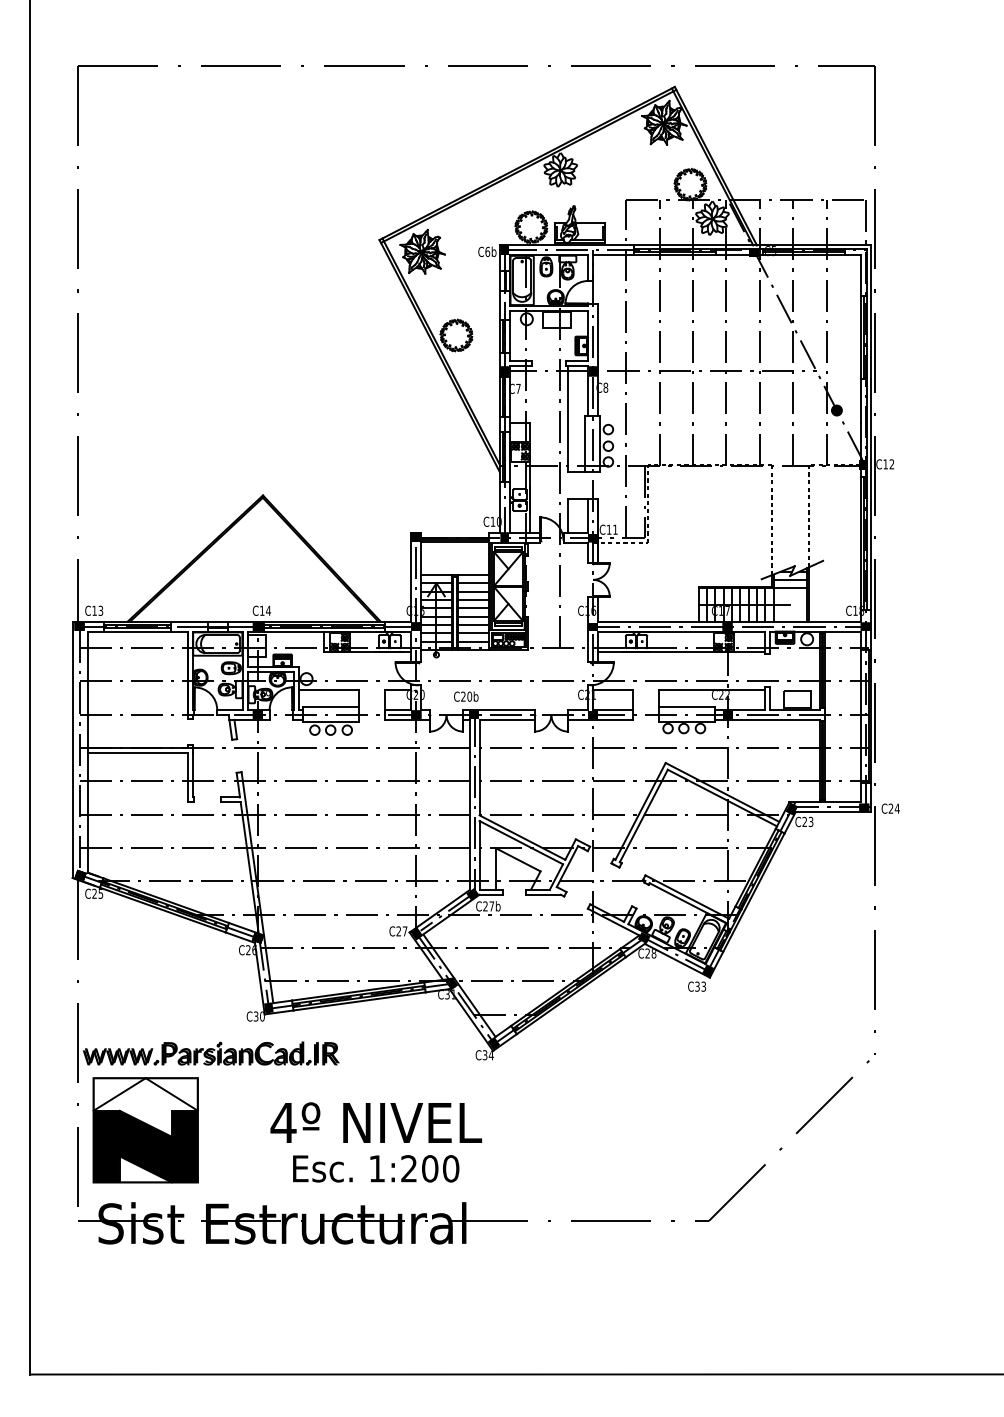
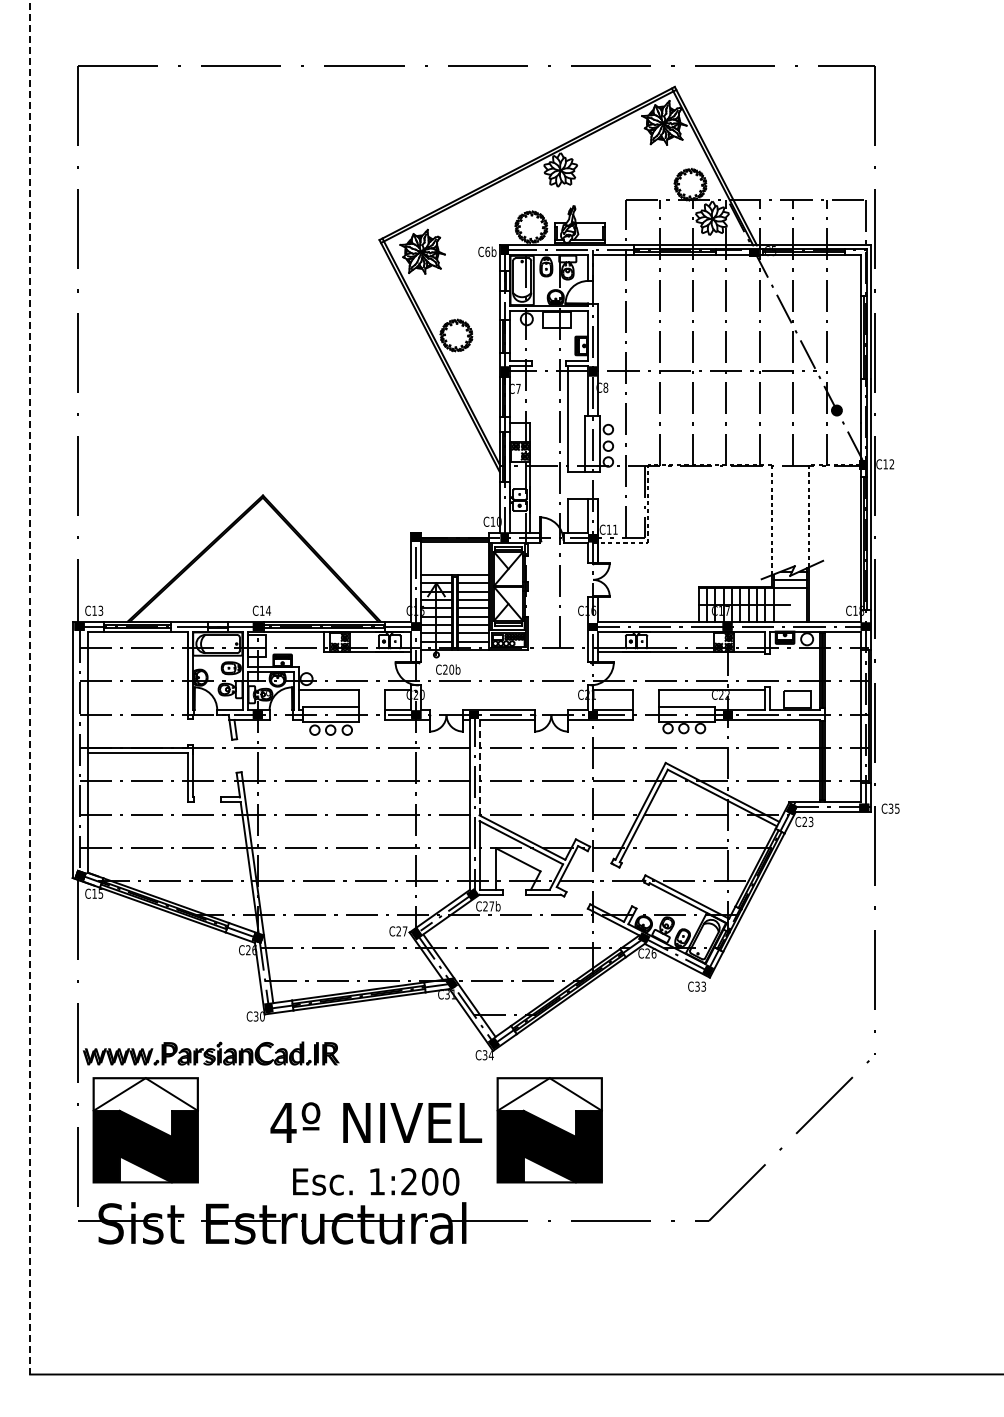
line at (30, 687): solid -> dashed
text at (466, 696) position: (466, 696) -> (448, 669)
line at (479, 767): solid -> dashed
text at (893, 808): C24 -> C35
text at (94, 893): C25 -> C15
text at (653, 953): C28 -> C26
part at (549, 1130): none -> present
text at (376, 1168) position: (376, 1168) -> (376, 1181)
